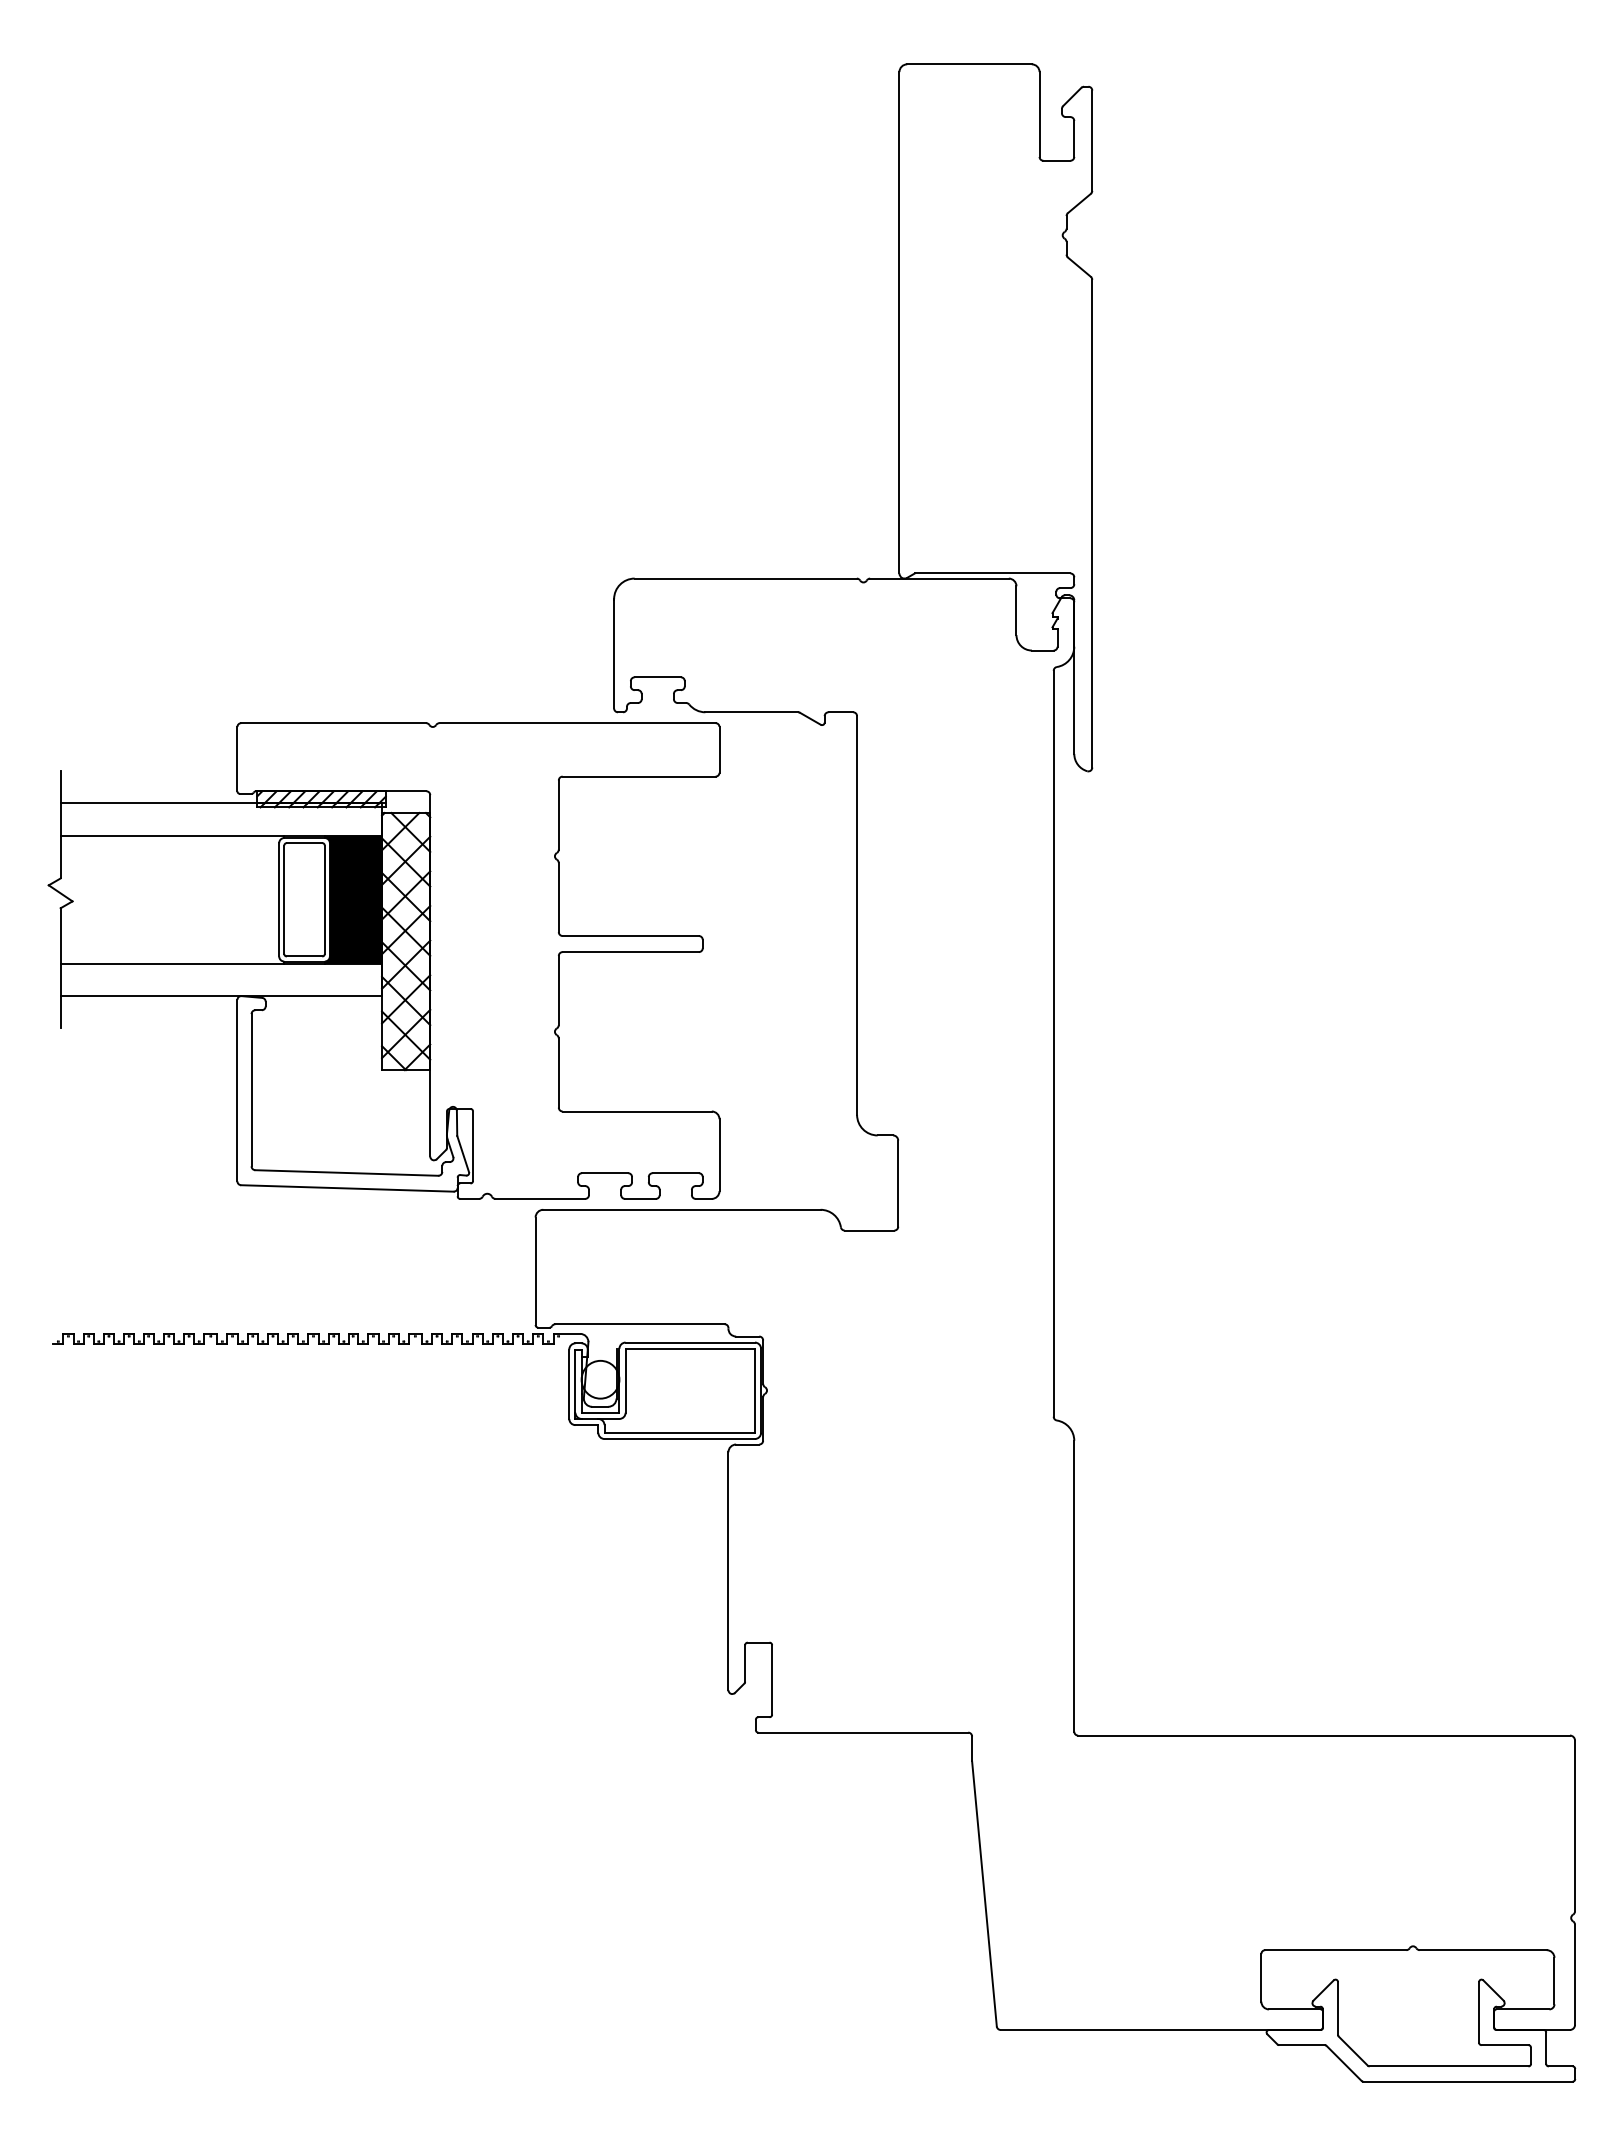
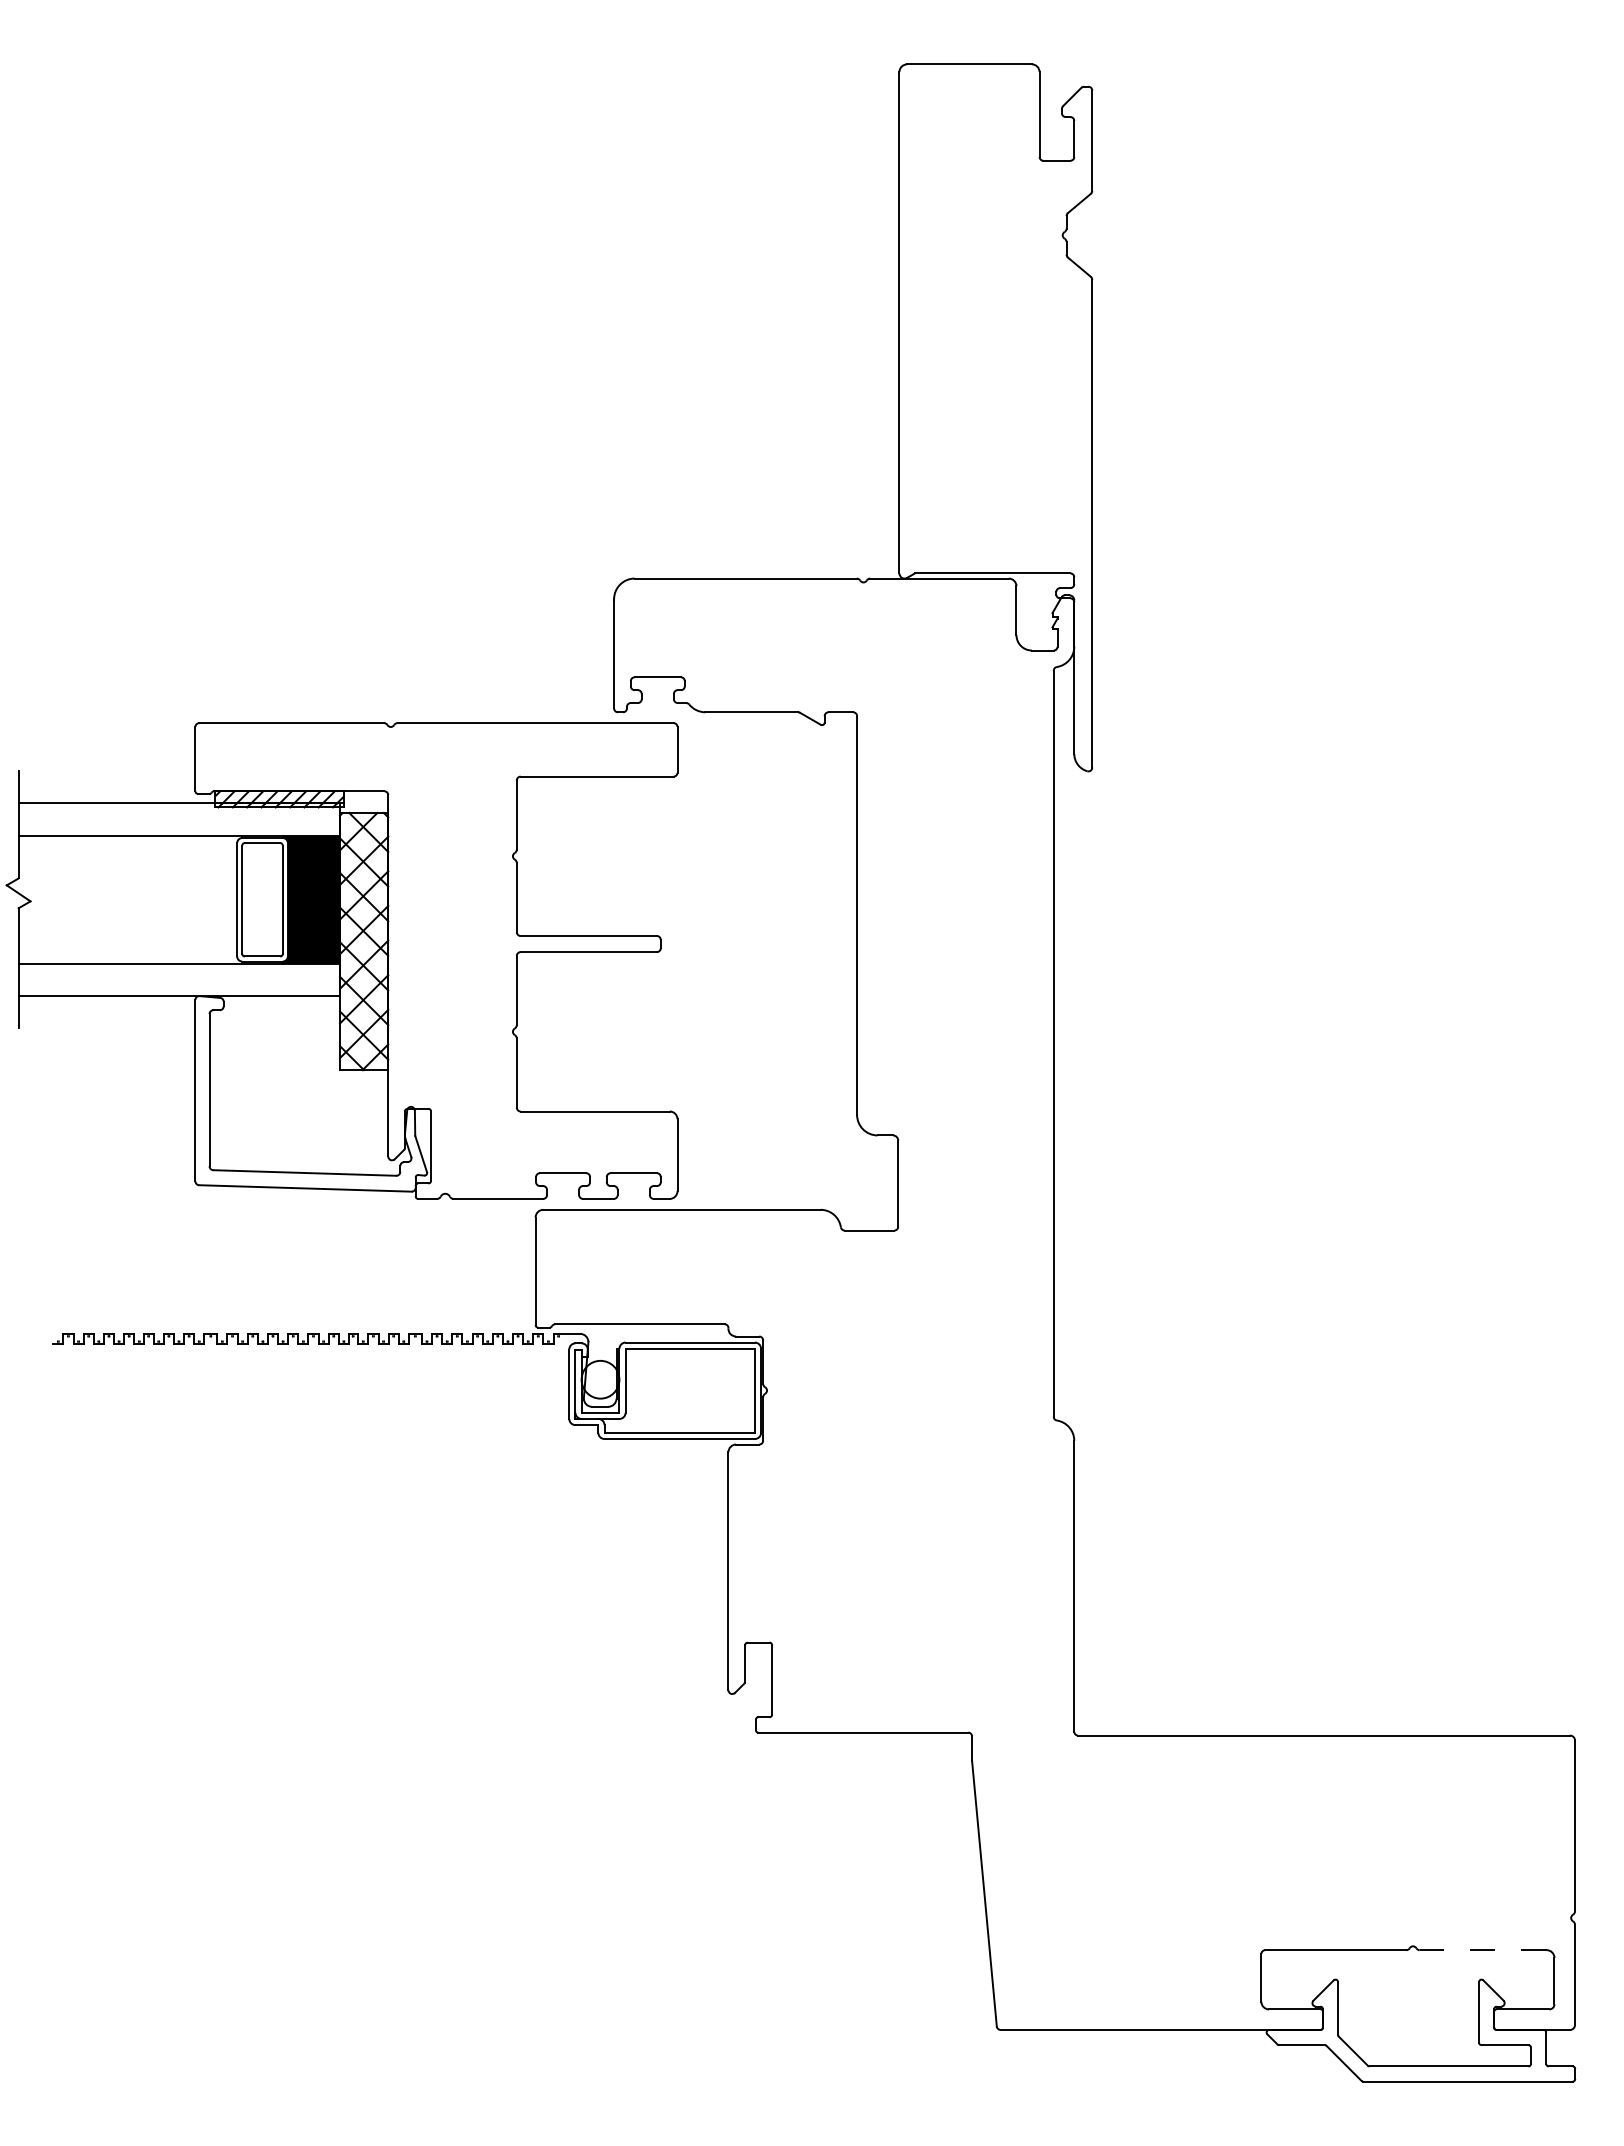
part at (383, 960) position: (383, 960) -> (341, 960)
line at (1483, 1950): solid -> dashed
